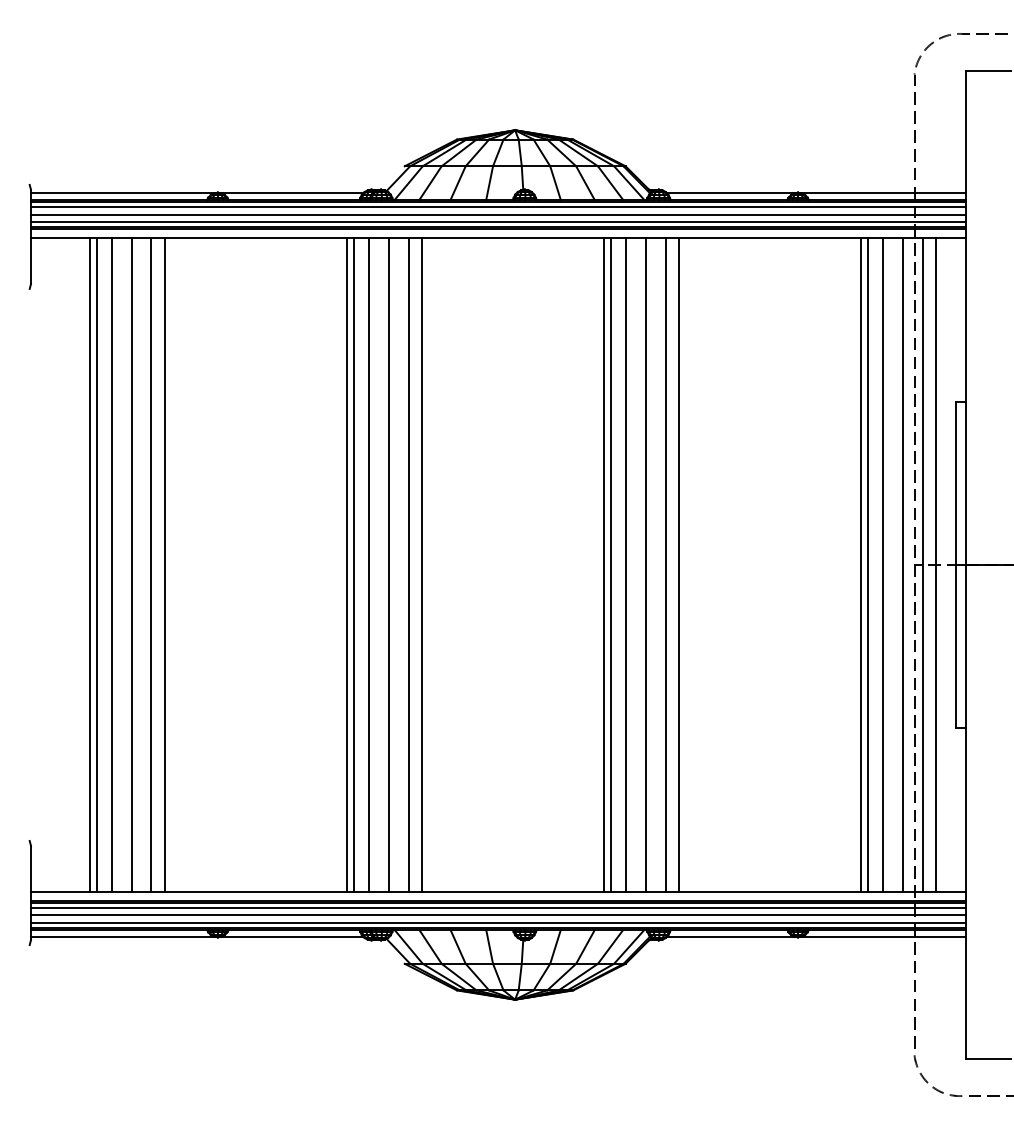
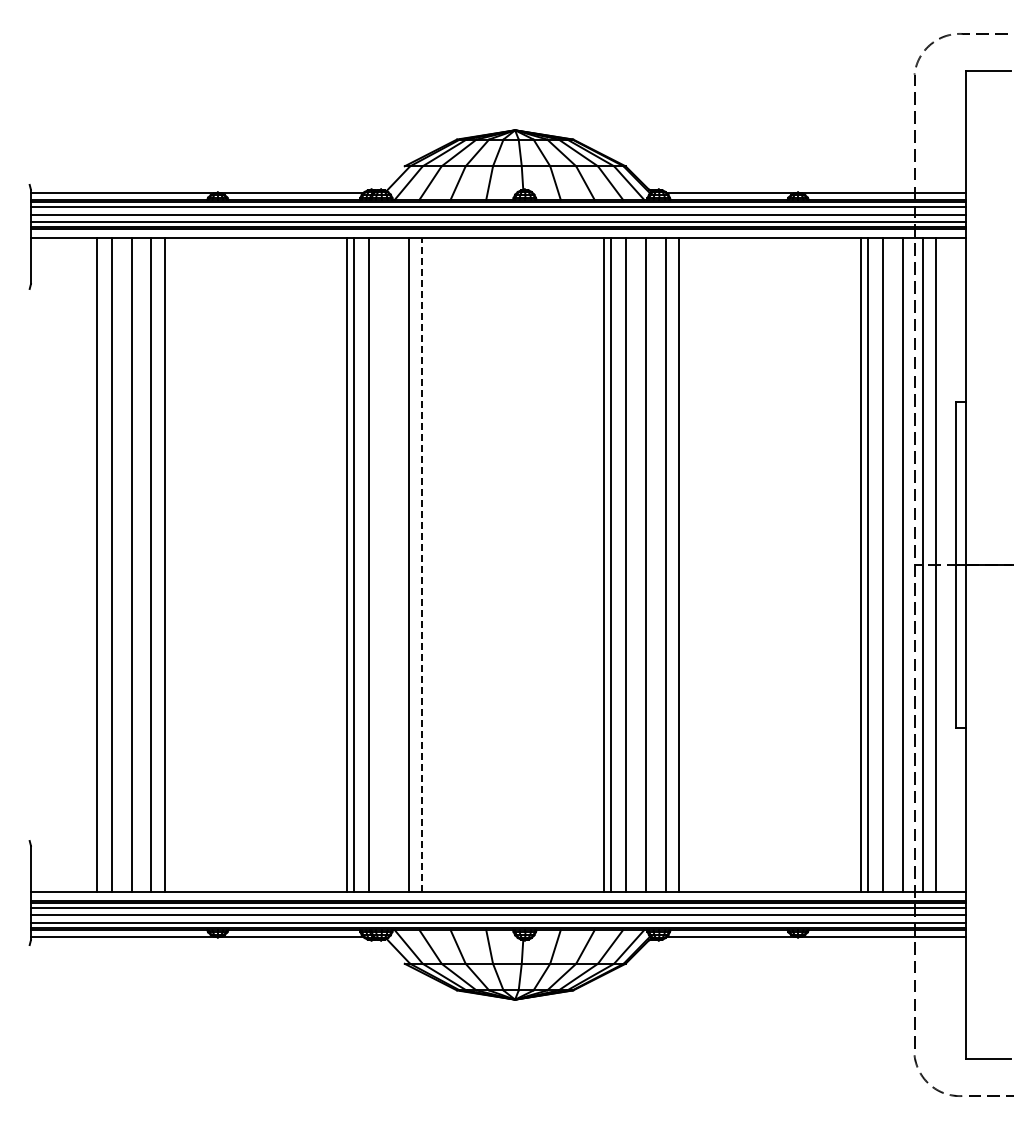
line at (89, 564): present -> none
line at (388, 564): present -> none
line at (422, 564): solid -> dashed
